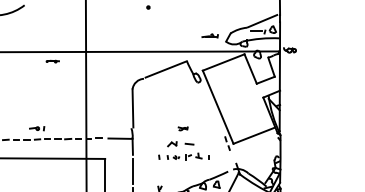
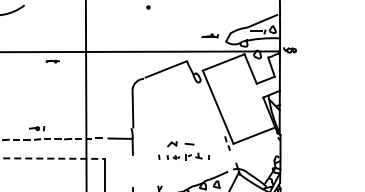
part at (182, 128): present -> none
line at (53, 158): solid -> dashed
line at (132, 171): present -> none
